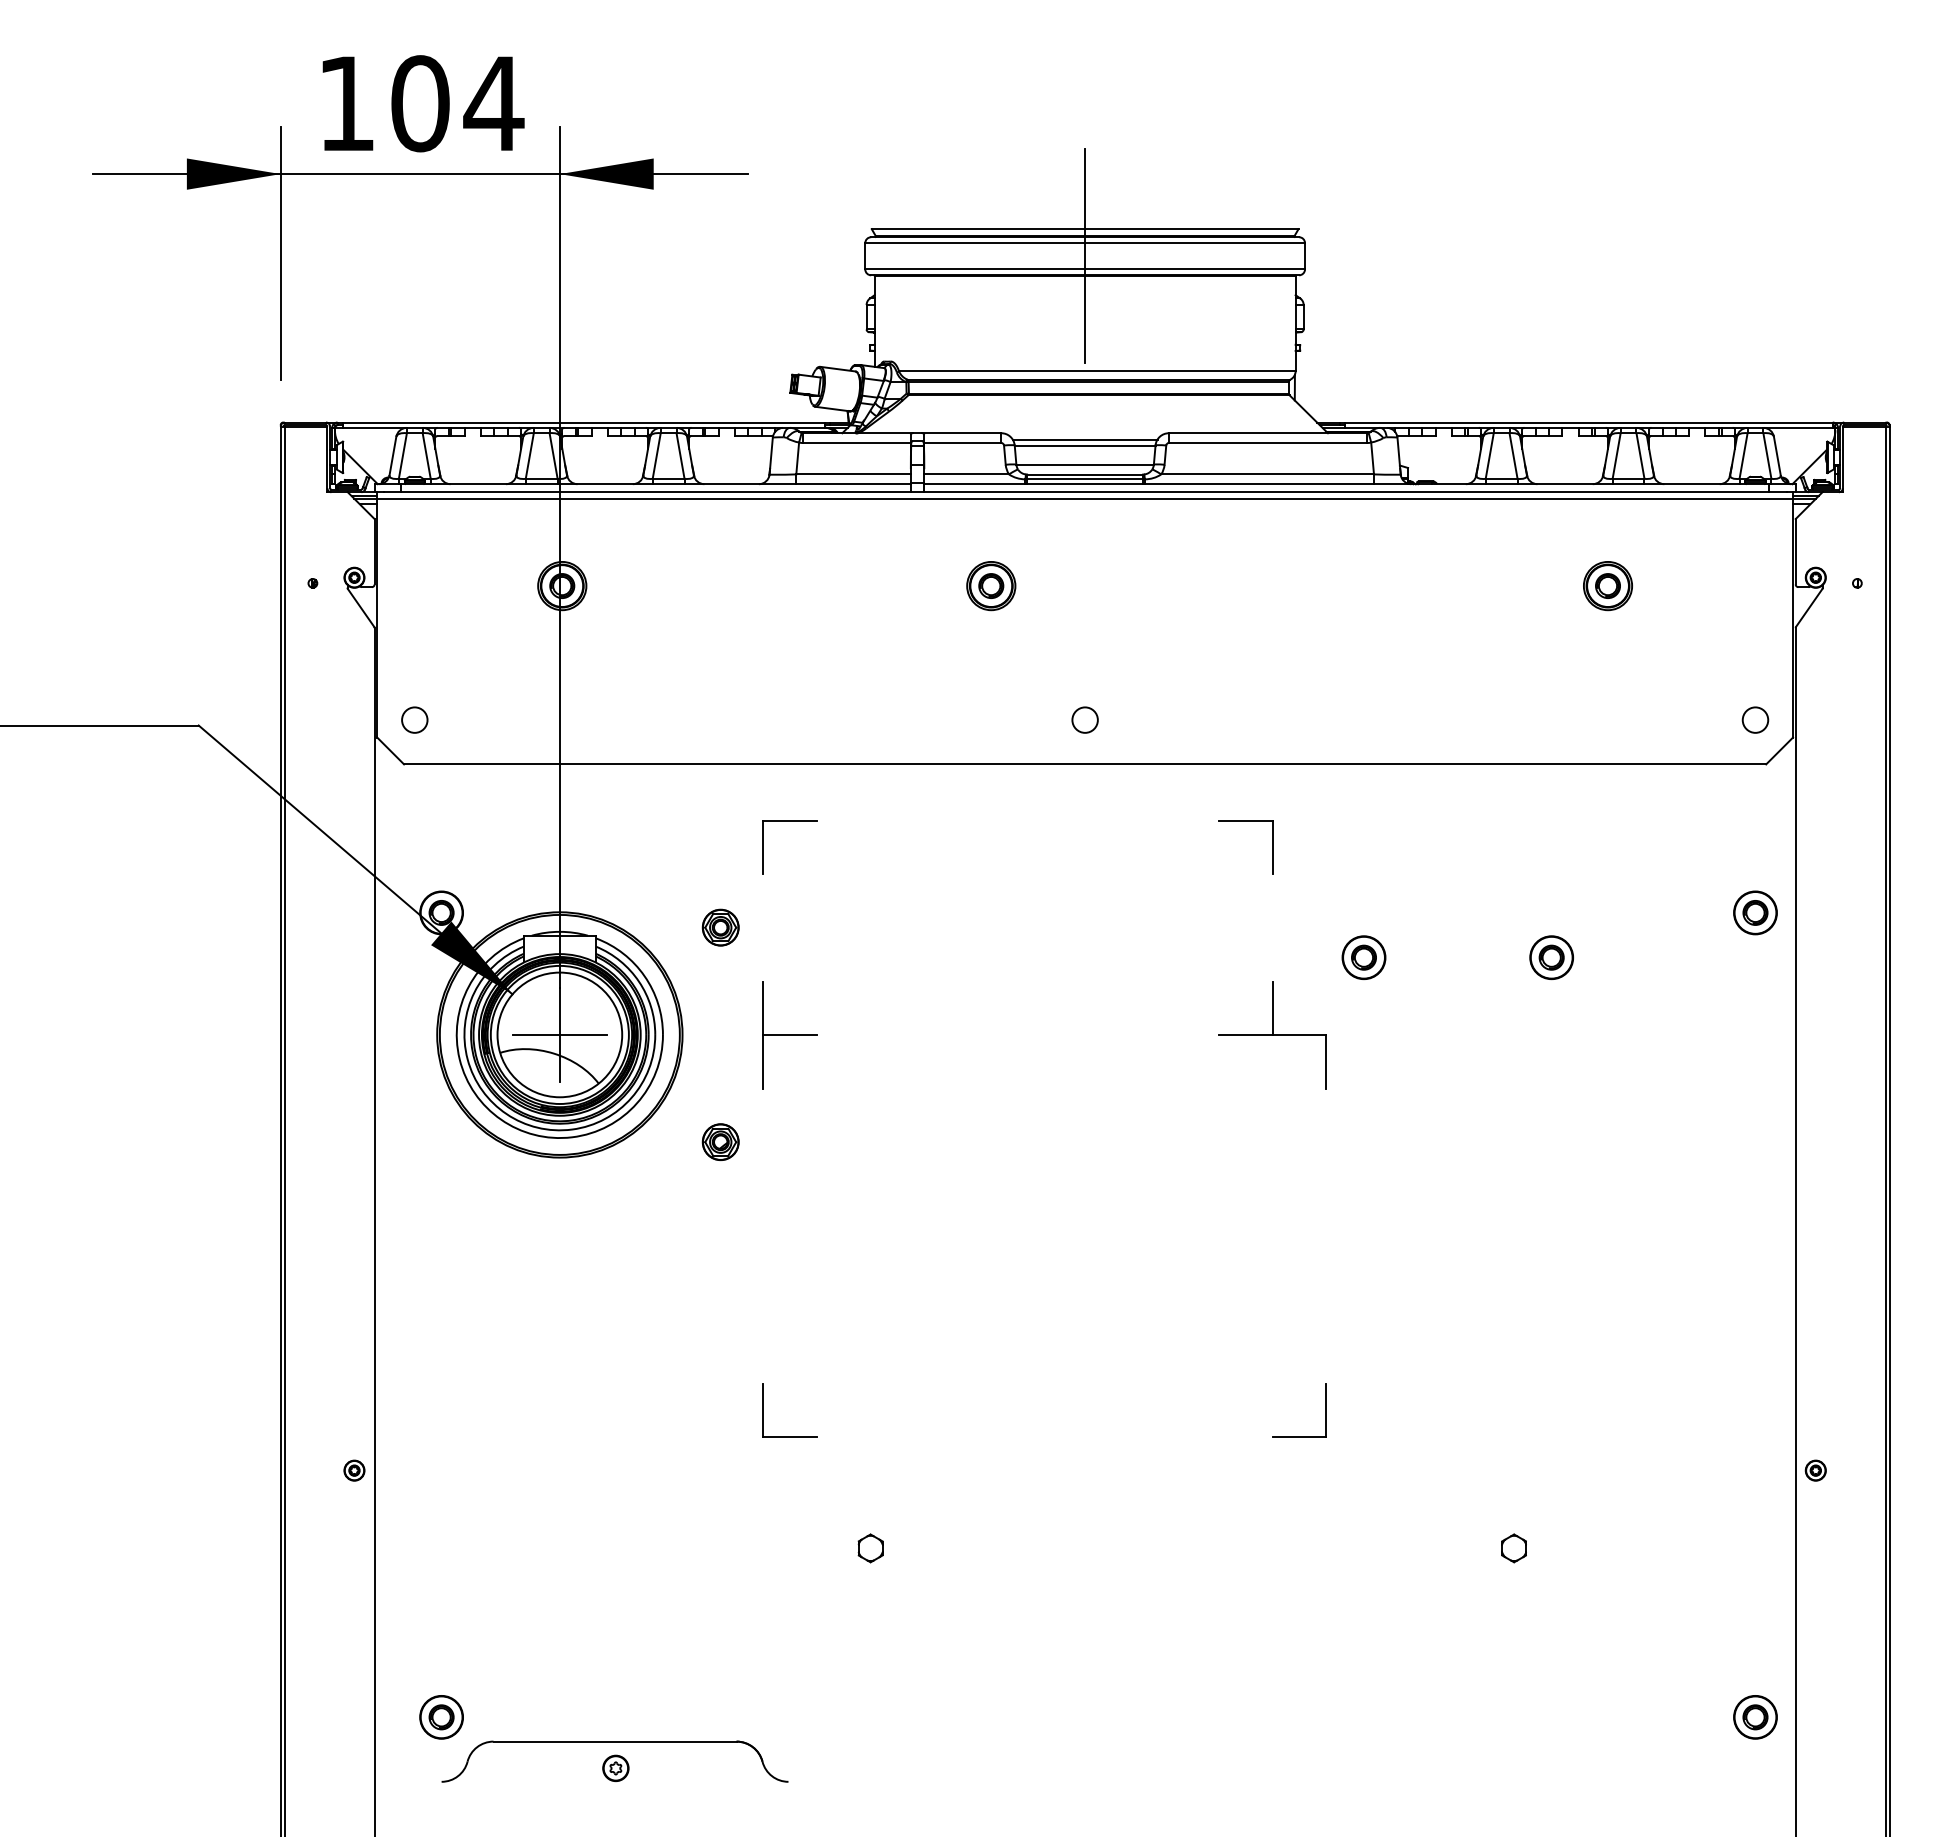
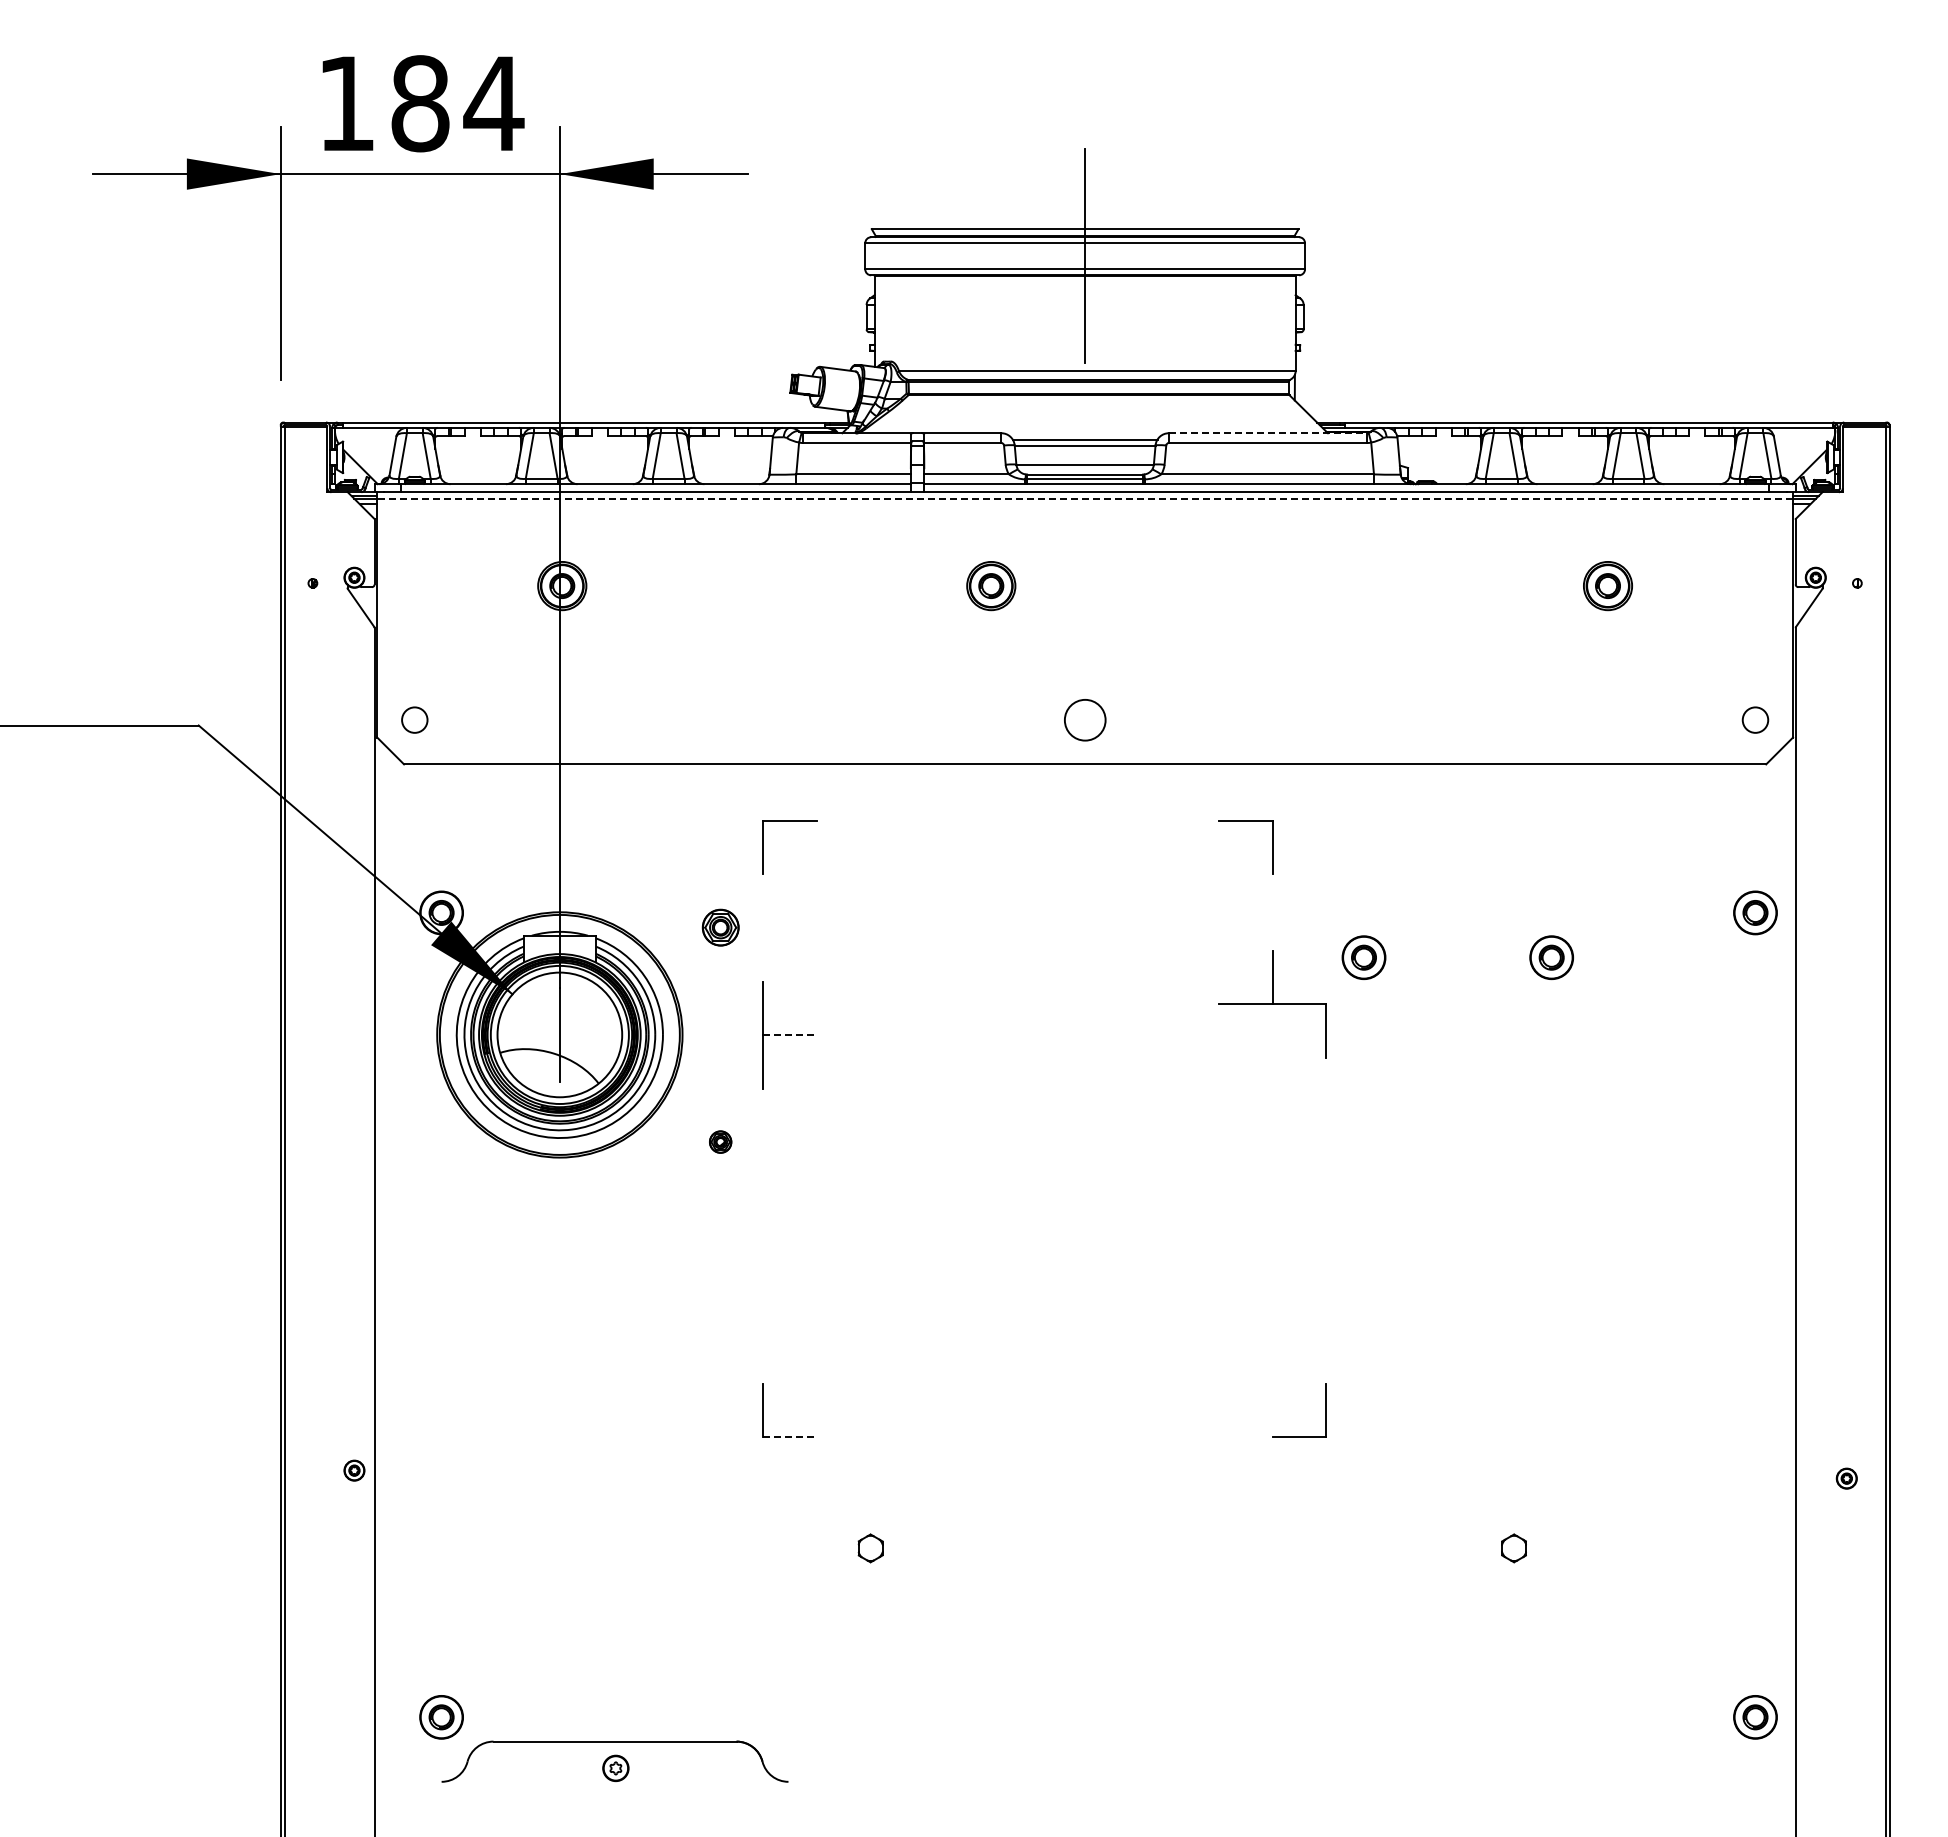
text at (420, 103): 104 -> 184
line at (1268, 433): solid -> dashed
line at (1085, 498): solid -> dashed
circle at (1084, 719) size: 28x28 px -> 43x43 px
line at (559, 1034): present -> none
line at (790, 1035): solid -> dashed
part at (1272, 1035) position: (1272, 1035) -> (1272, 1004)
part at (720, 1141) size: 39x38 px -> 24x24 px
line at (790, 1437): solid -> dashed
part at (1815, 1470) position: (1815, 1470) -> (1846, 1478)
